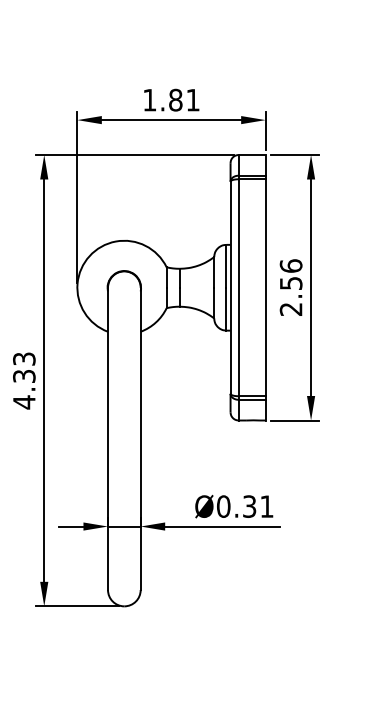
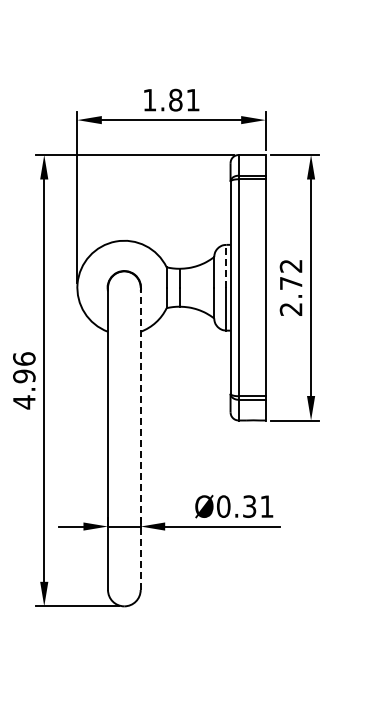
line at (226, 265): solid -> dashed
text at (290, 274): 2.56 -> 2.72
text at (24, 367): 4.33 -> 4.96
line at (140, 438): solid -> dashed
